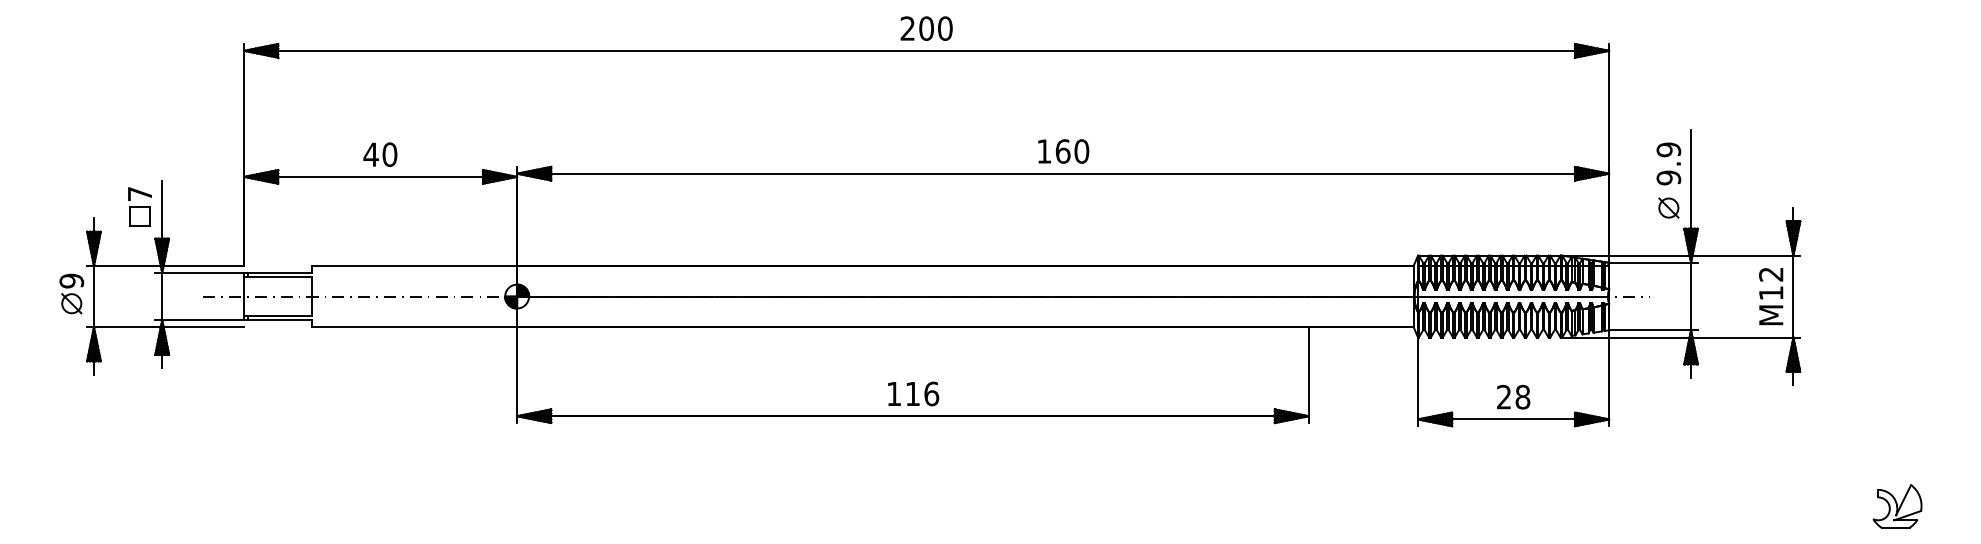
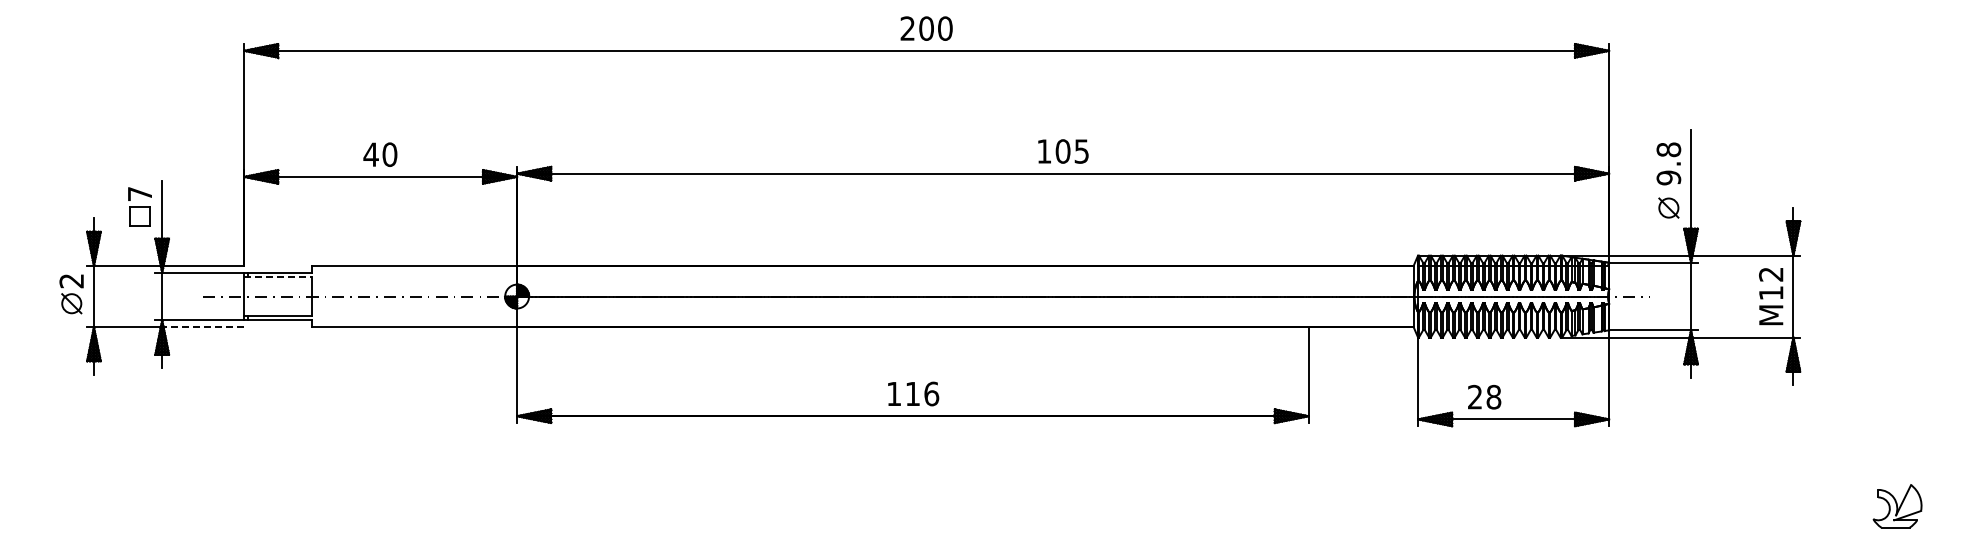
text at (1668, 149): 9.9 -> 9.8
text at (1072, 151): 160 -> 105
line at (278, 277): solid -> dashed
text at (71, 280): 9 -> 2
line at (203, 327): solid -> dashed
text at (1513, 396) position: (1513, 396) -> (1484, 396)
